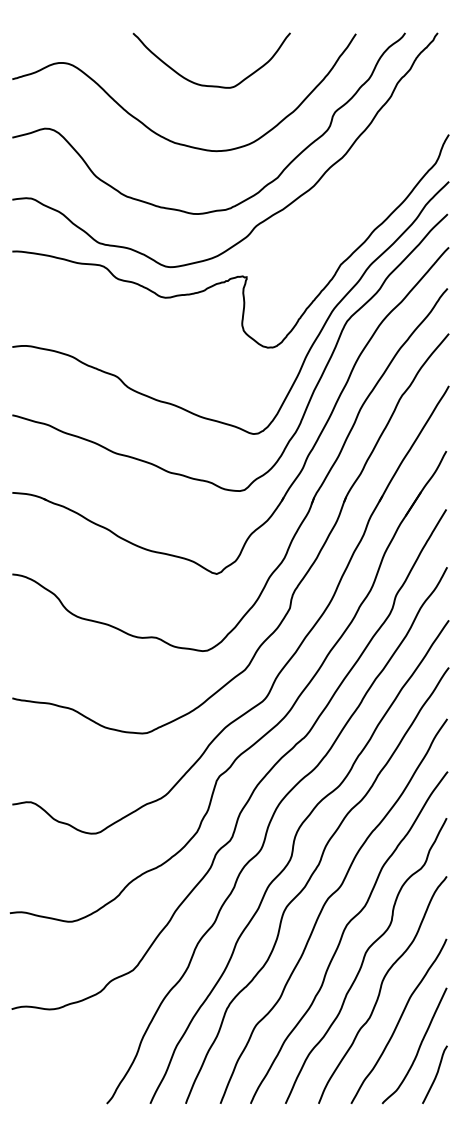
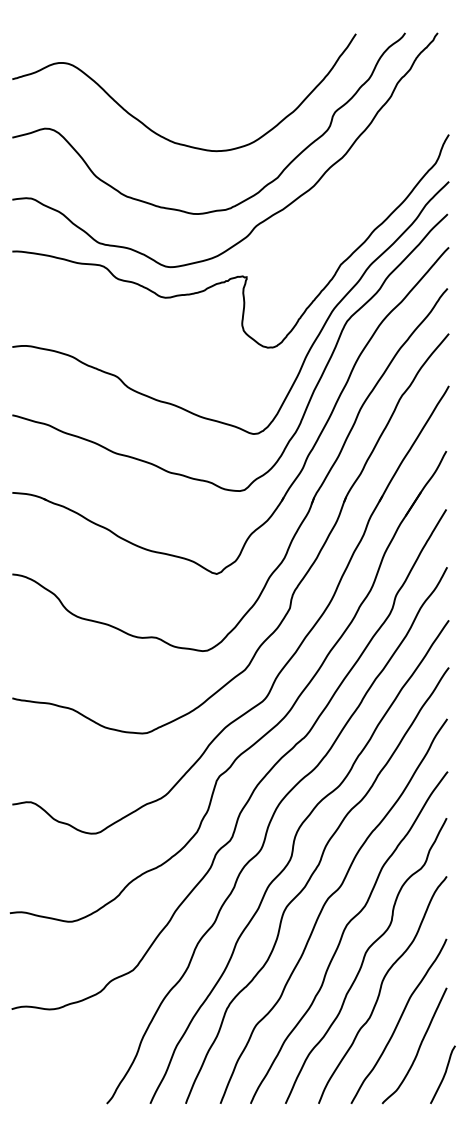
curve at (205, 84): present -> none
curve at (435, 1074) position: (435, 1074) -> (443, 1074)
